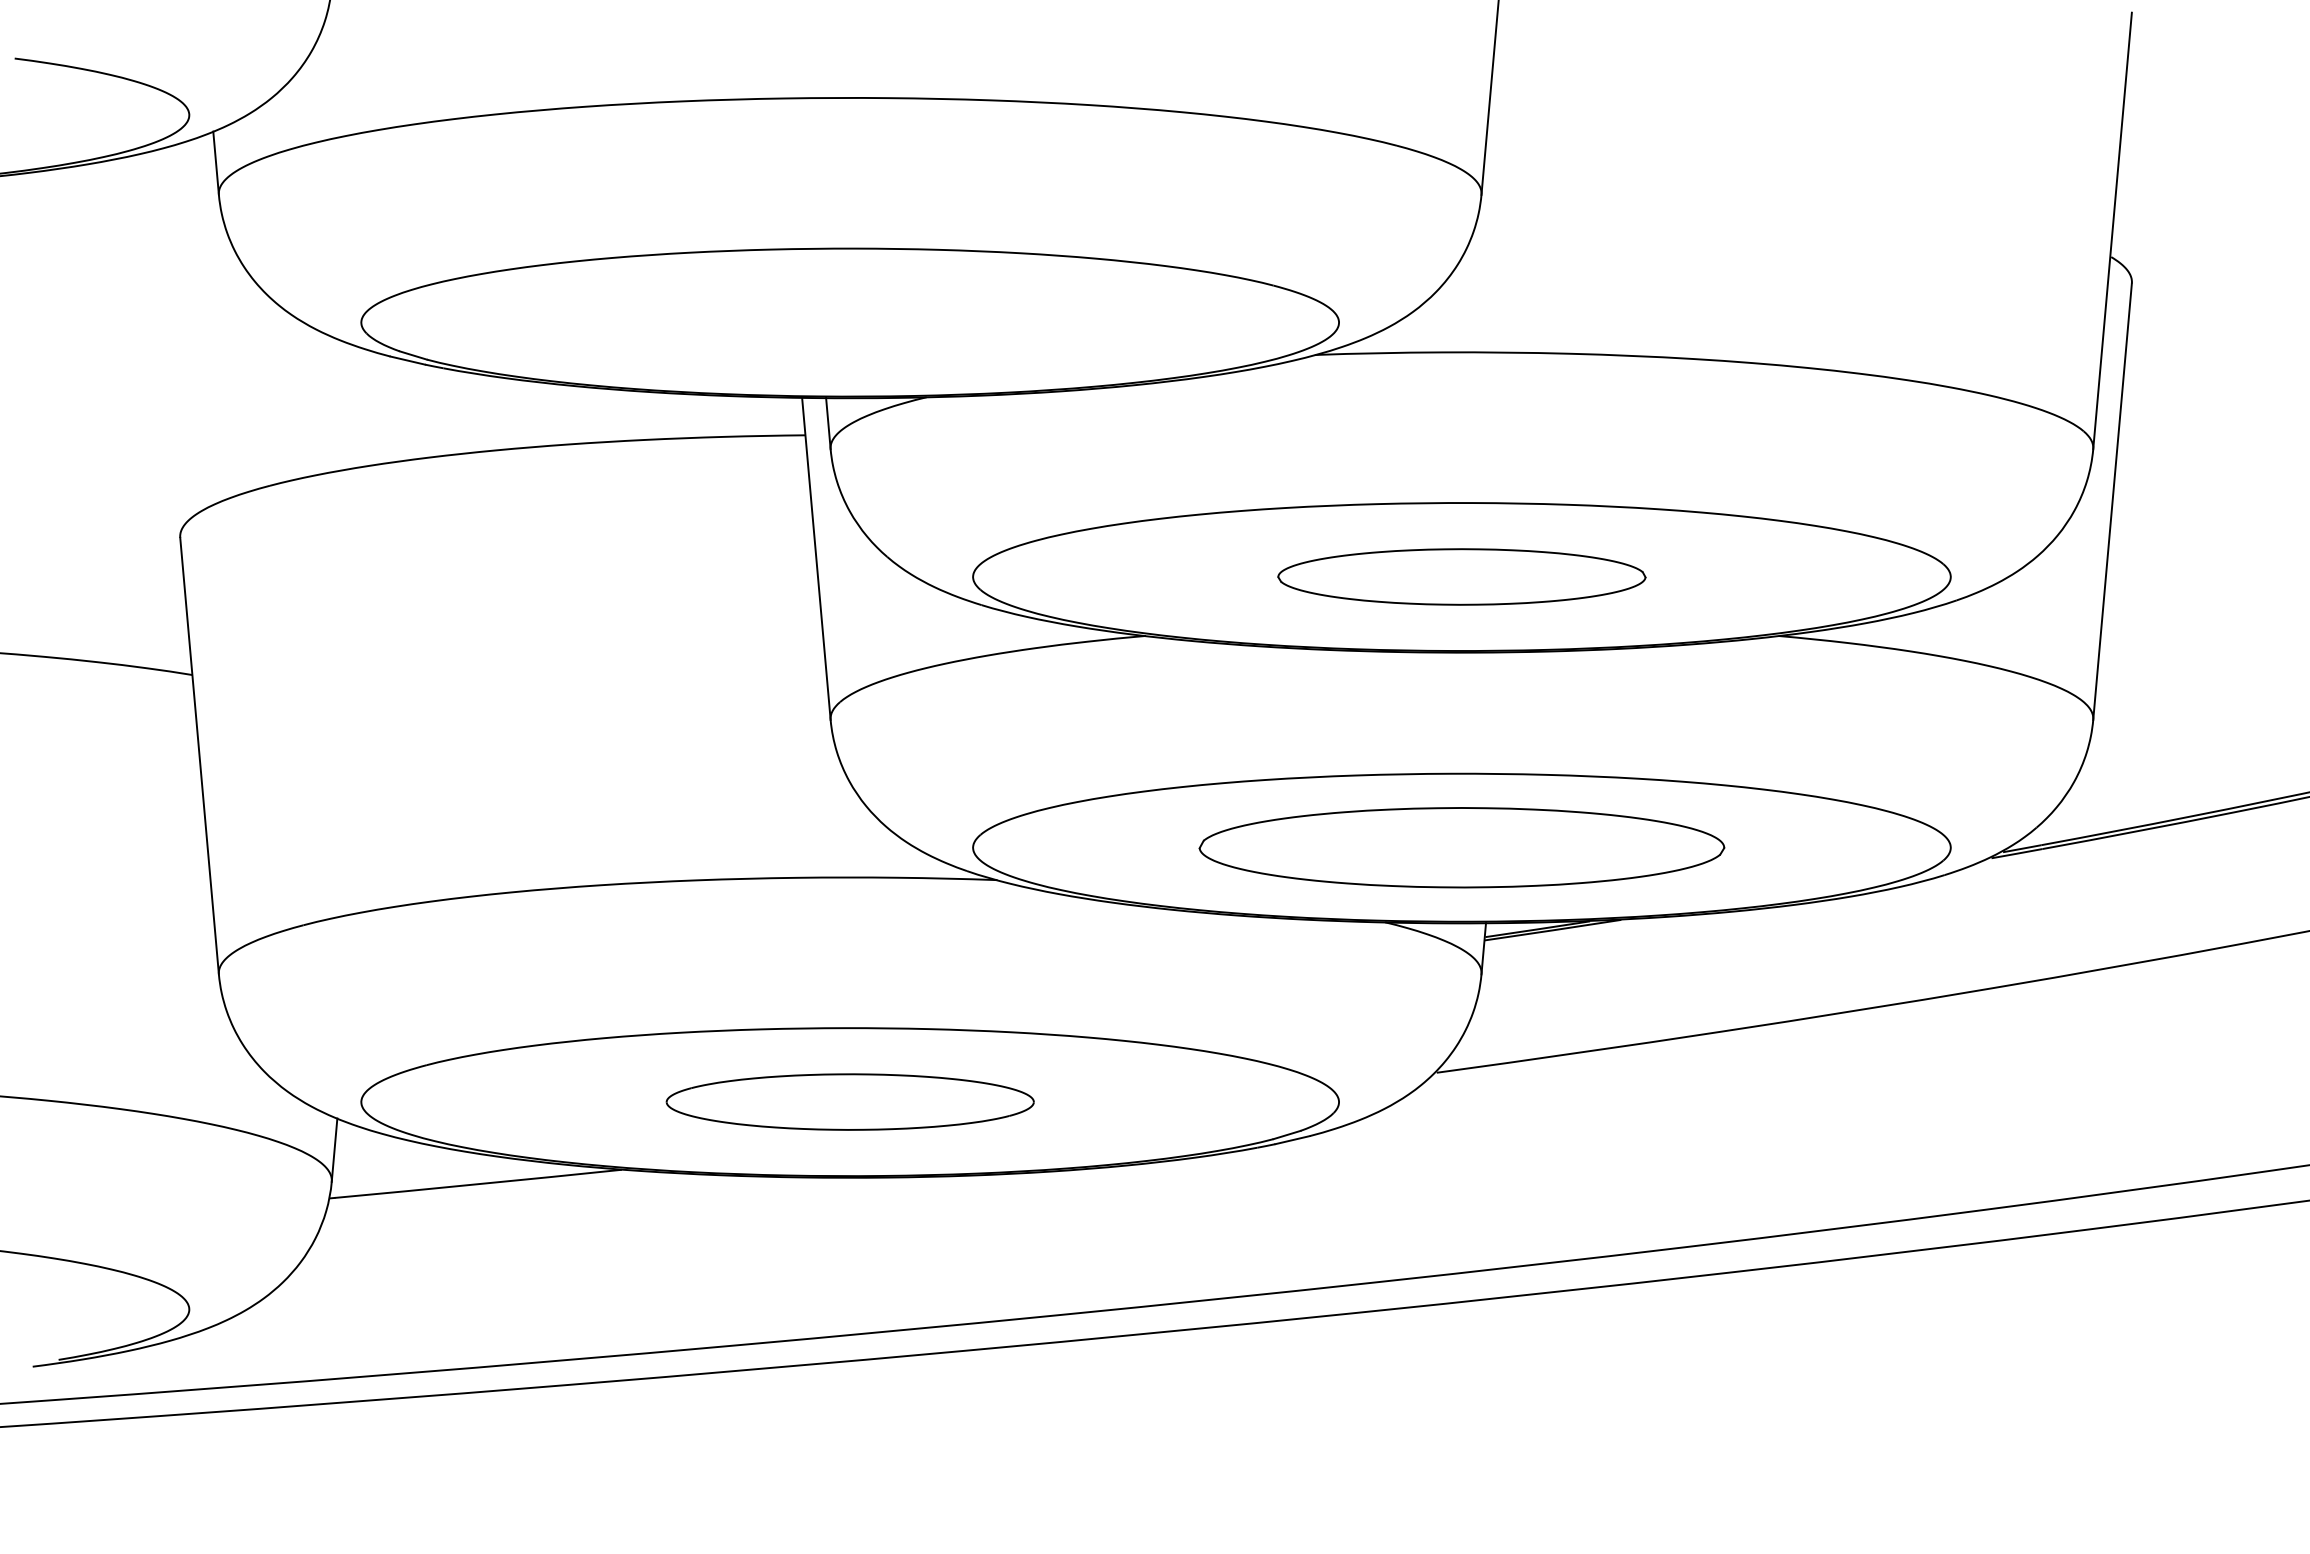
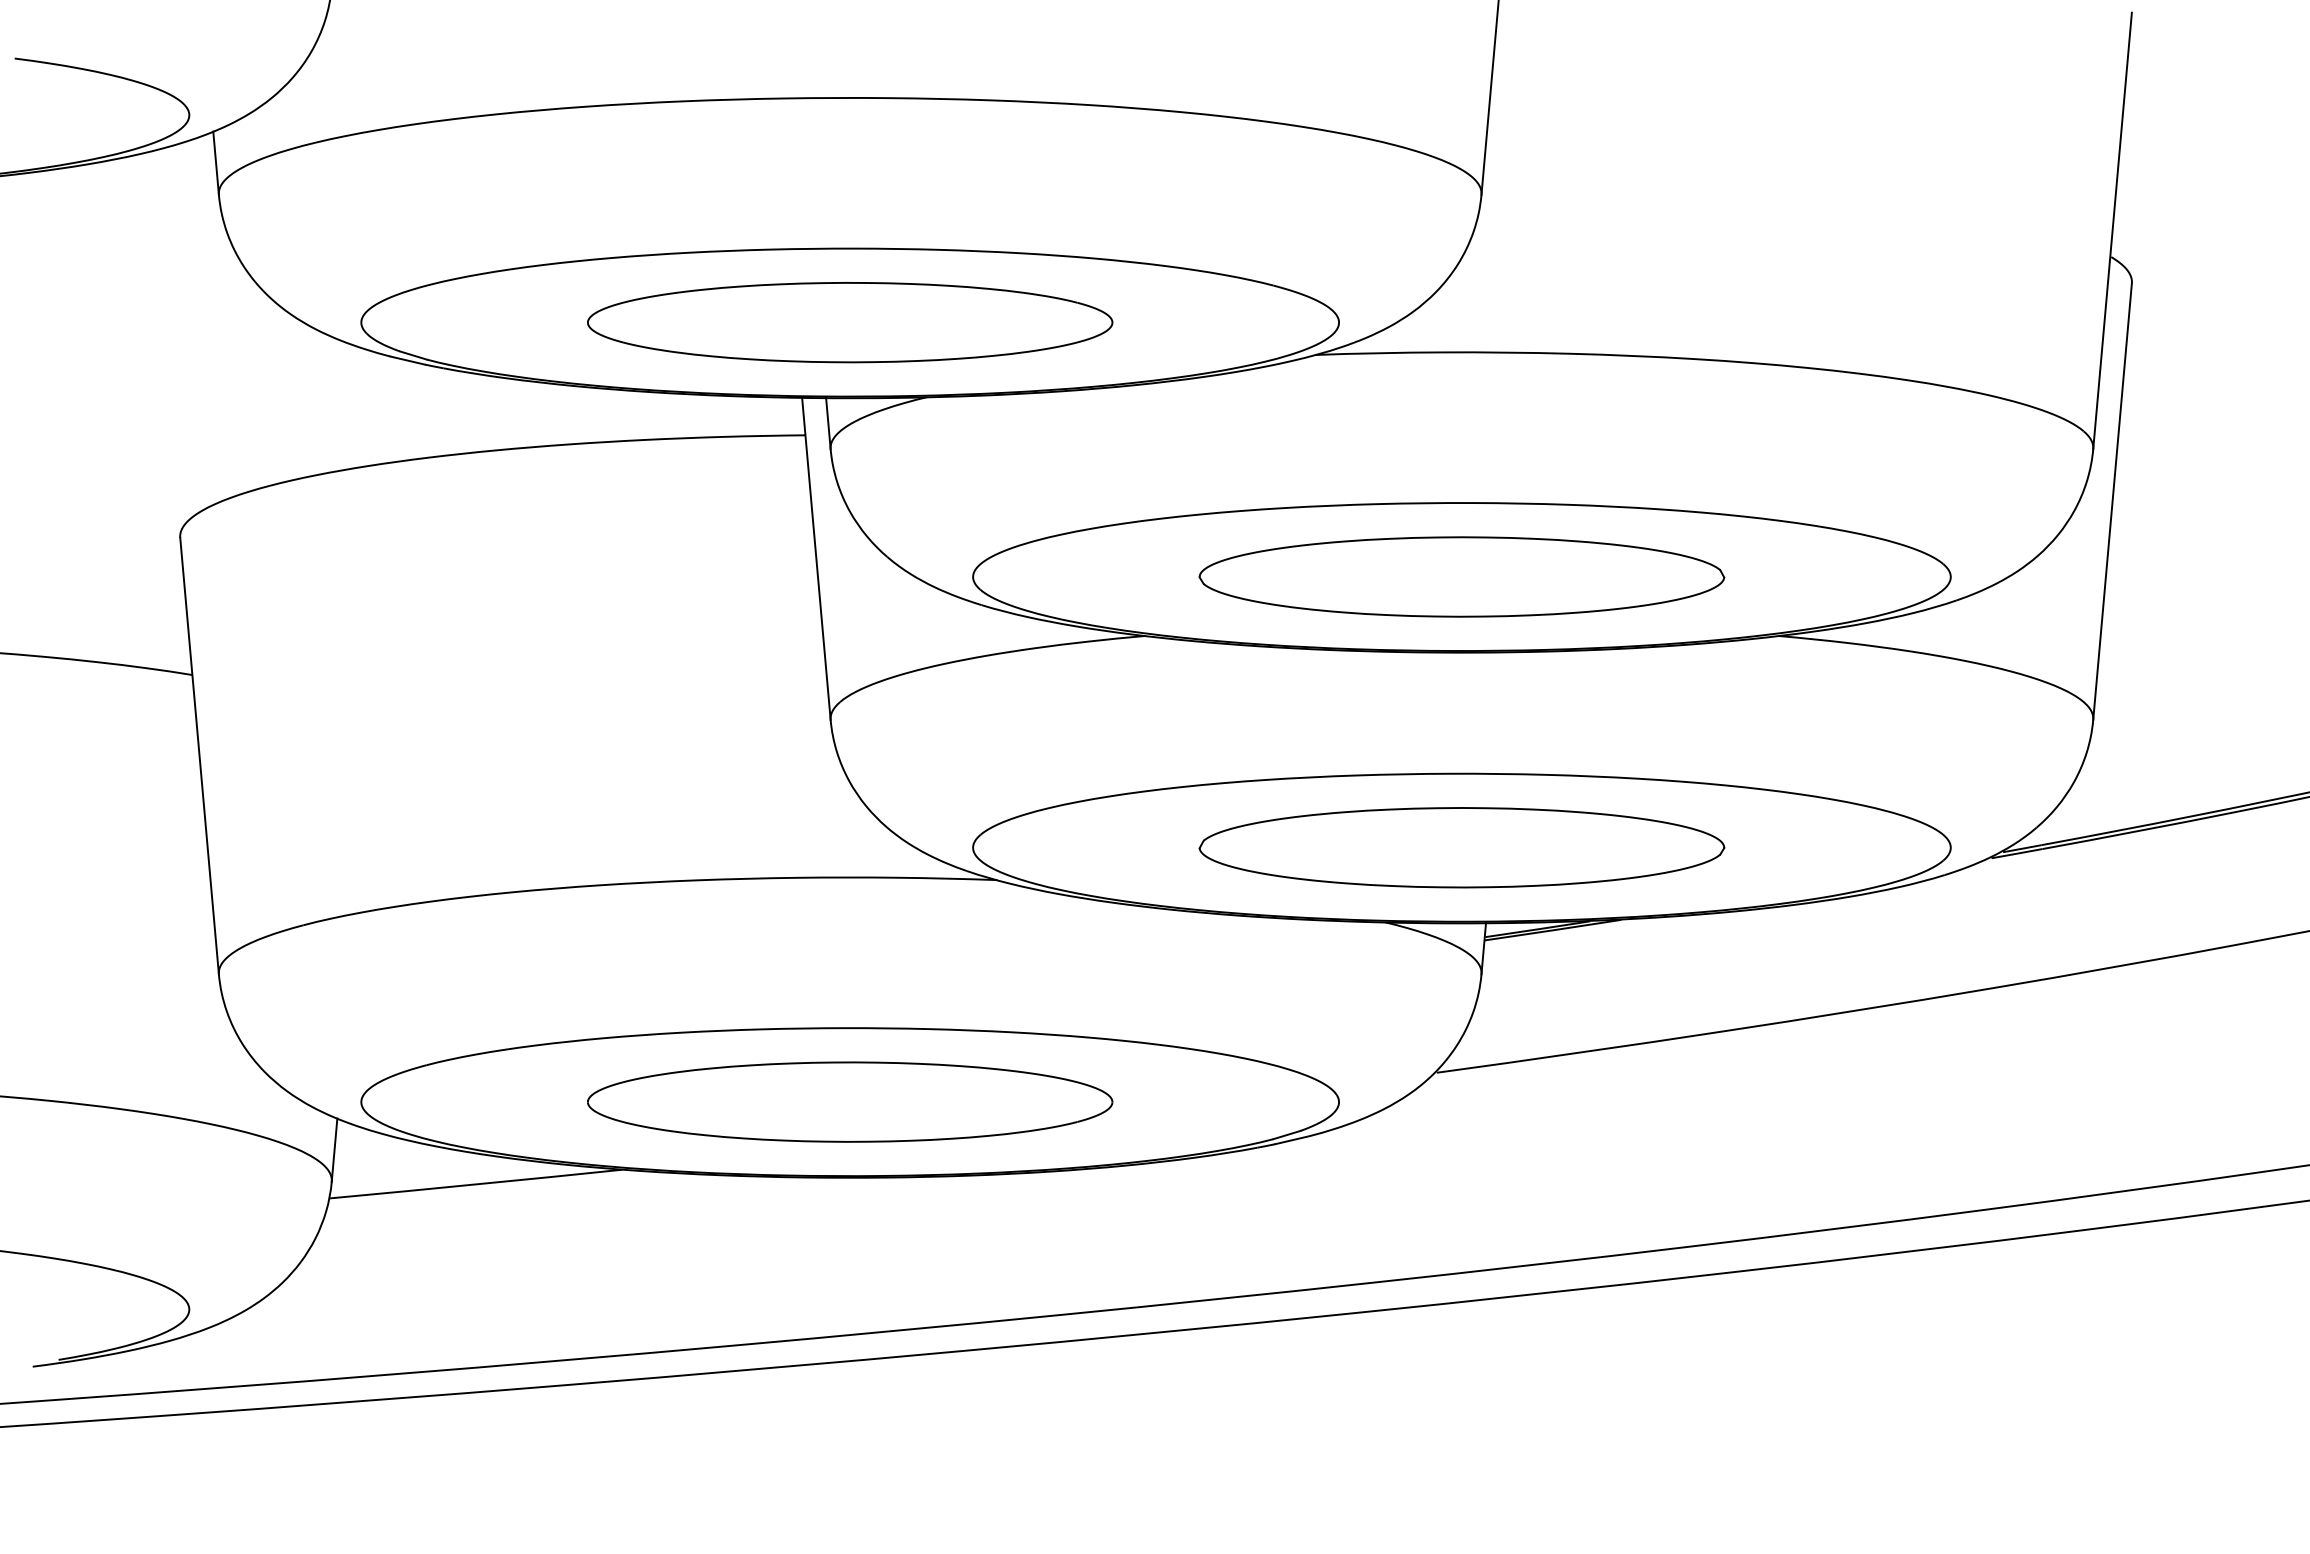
part at (850, 322): none -> present
part at (1461, 576) size: 370x58 px -> 528x82 px
part at (849, 1101) size: 370x58 px -> 527x82 px
